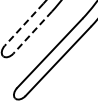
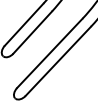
line at (24, 24): dashed -> solid
line at (32, 32): dashed -> solid
